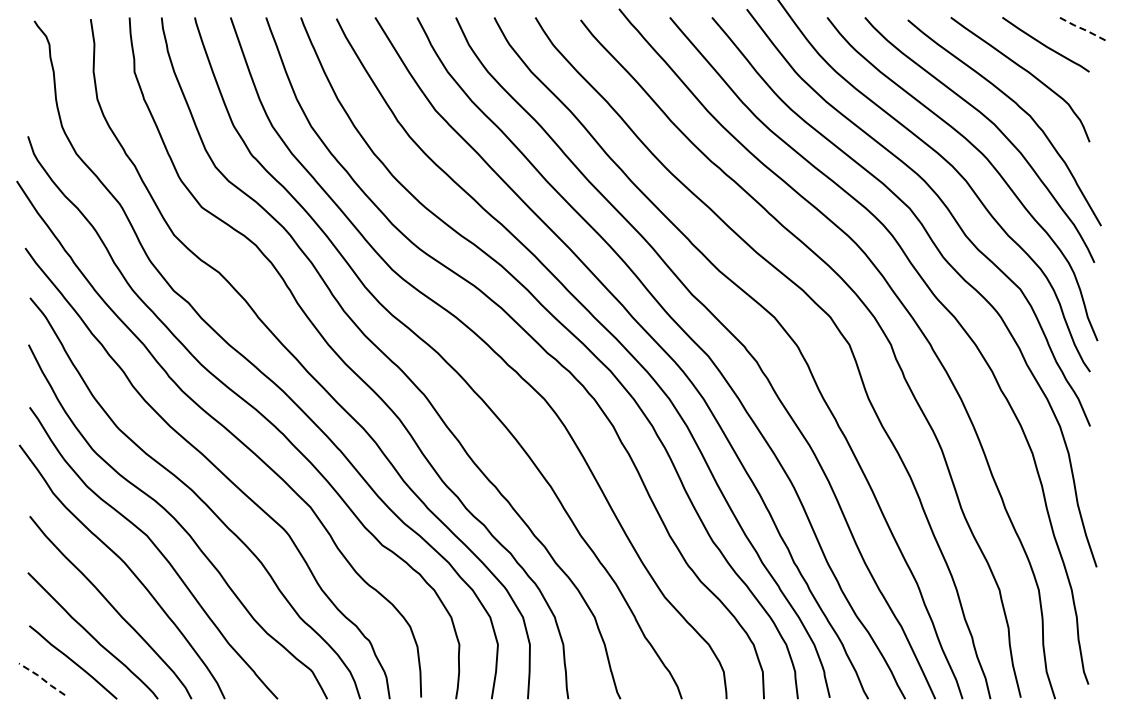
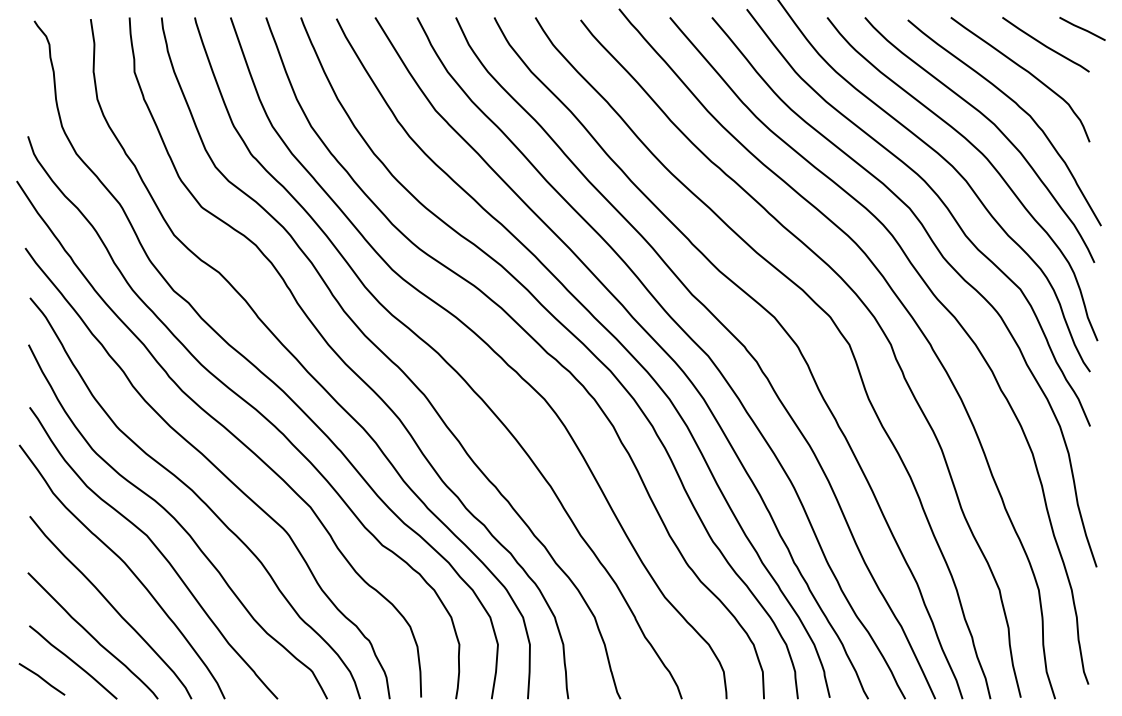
line at (1082, 28): dashed -> solid
line at (42, 678): dashed -> solid
